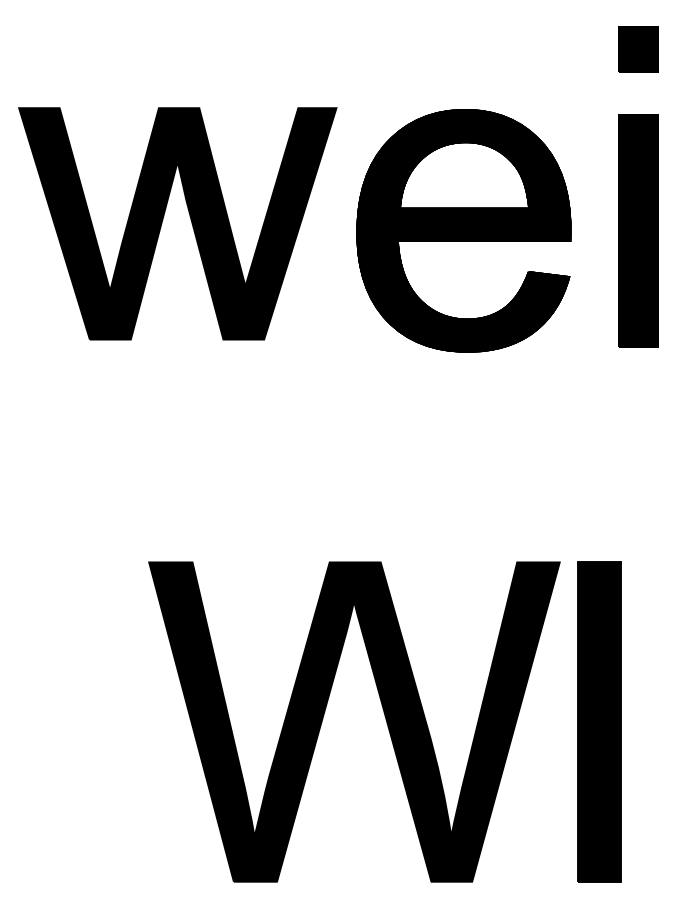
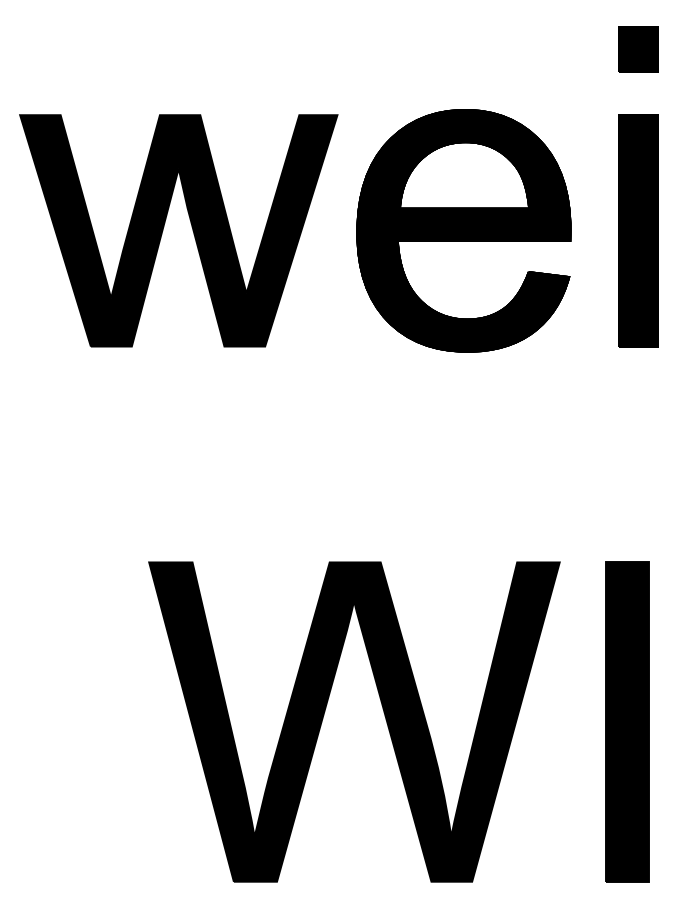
part at (190, 220) position: (190, 220) -> (191, 227)
part at (599, 721) position: (599, 721) -> (627, 721)
